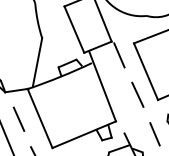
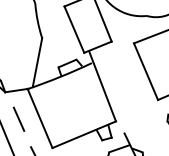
line at (119, 55): present -> none
line at (137, 94): present -> none
line at (154, 134): present -> none
